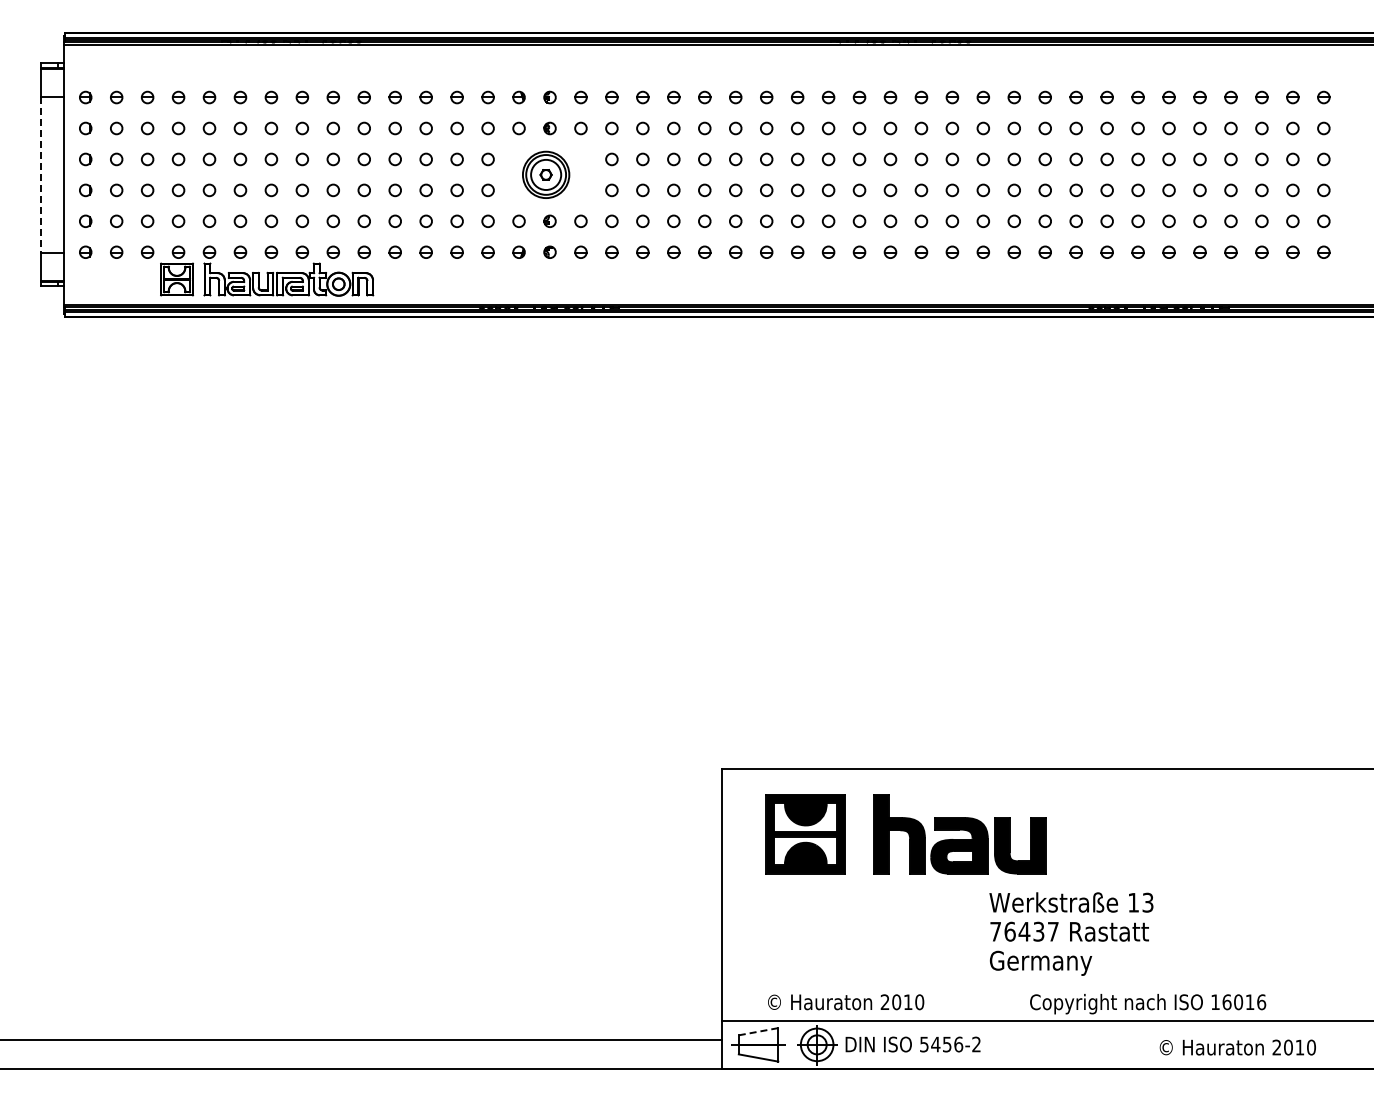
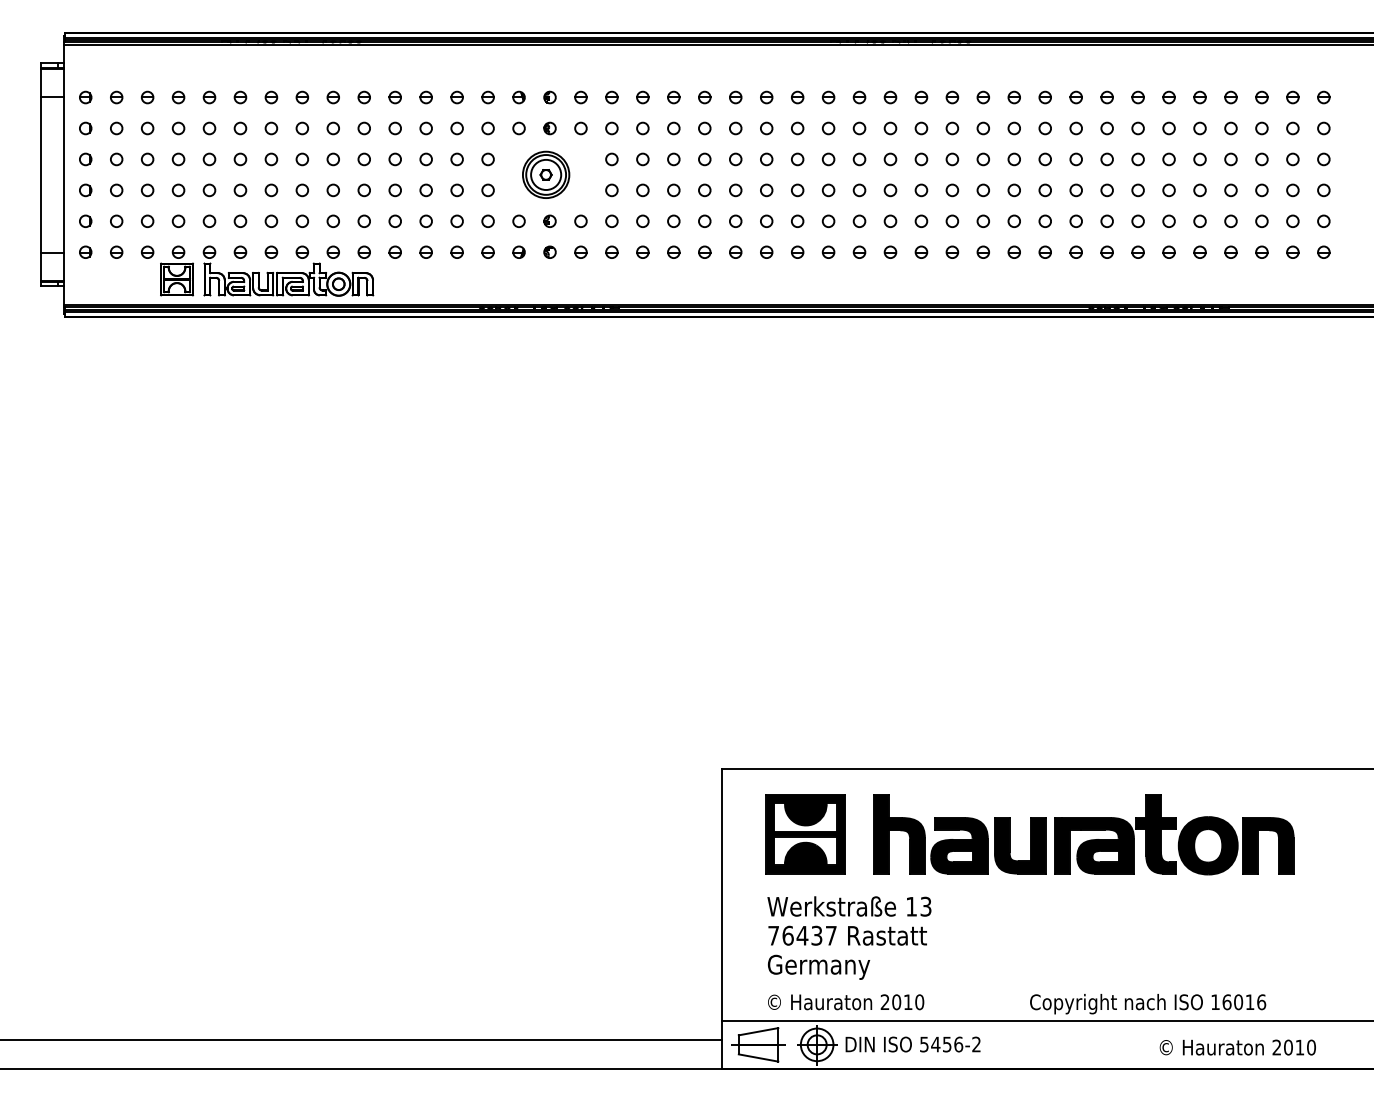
line at (41, 175): dashed -> solid
part at (1174, 834): none -> present
text at (1071, 933) position: (1071, 933) -> (849, 937)
line at (759, 1031): dashed -> solid
